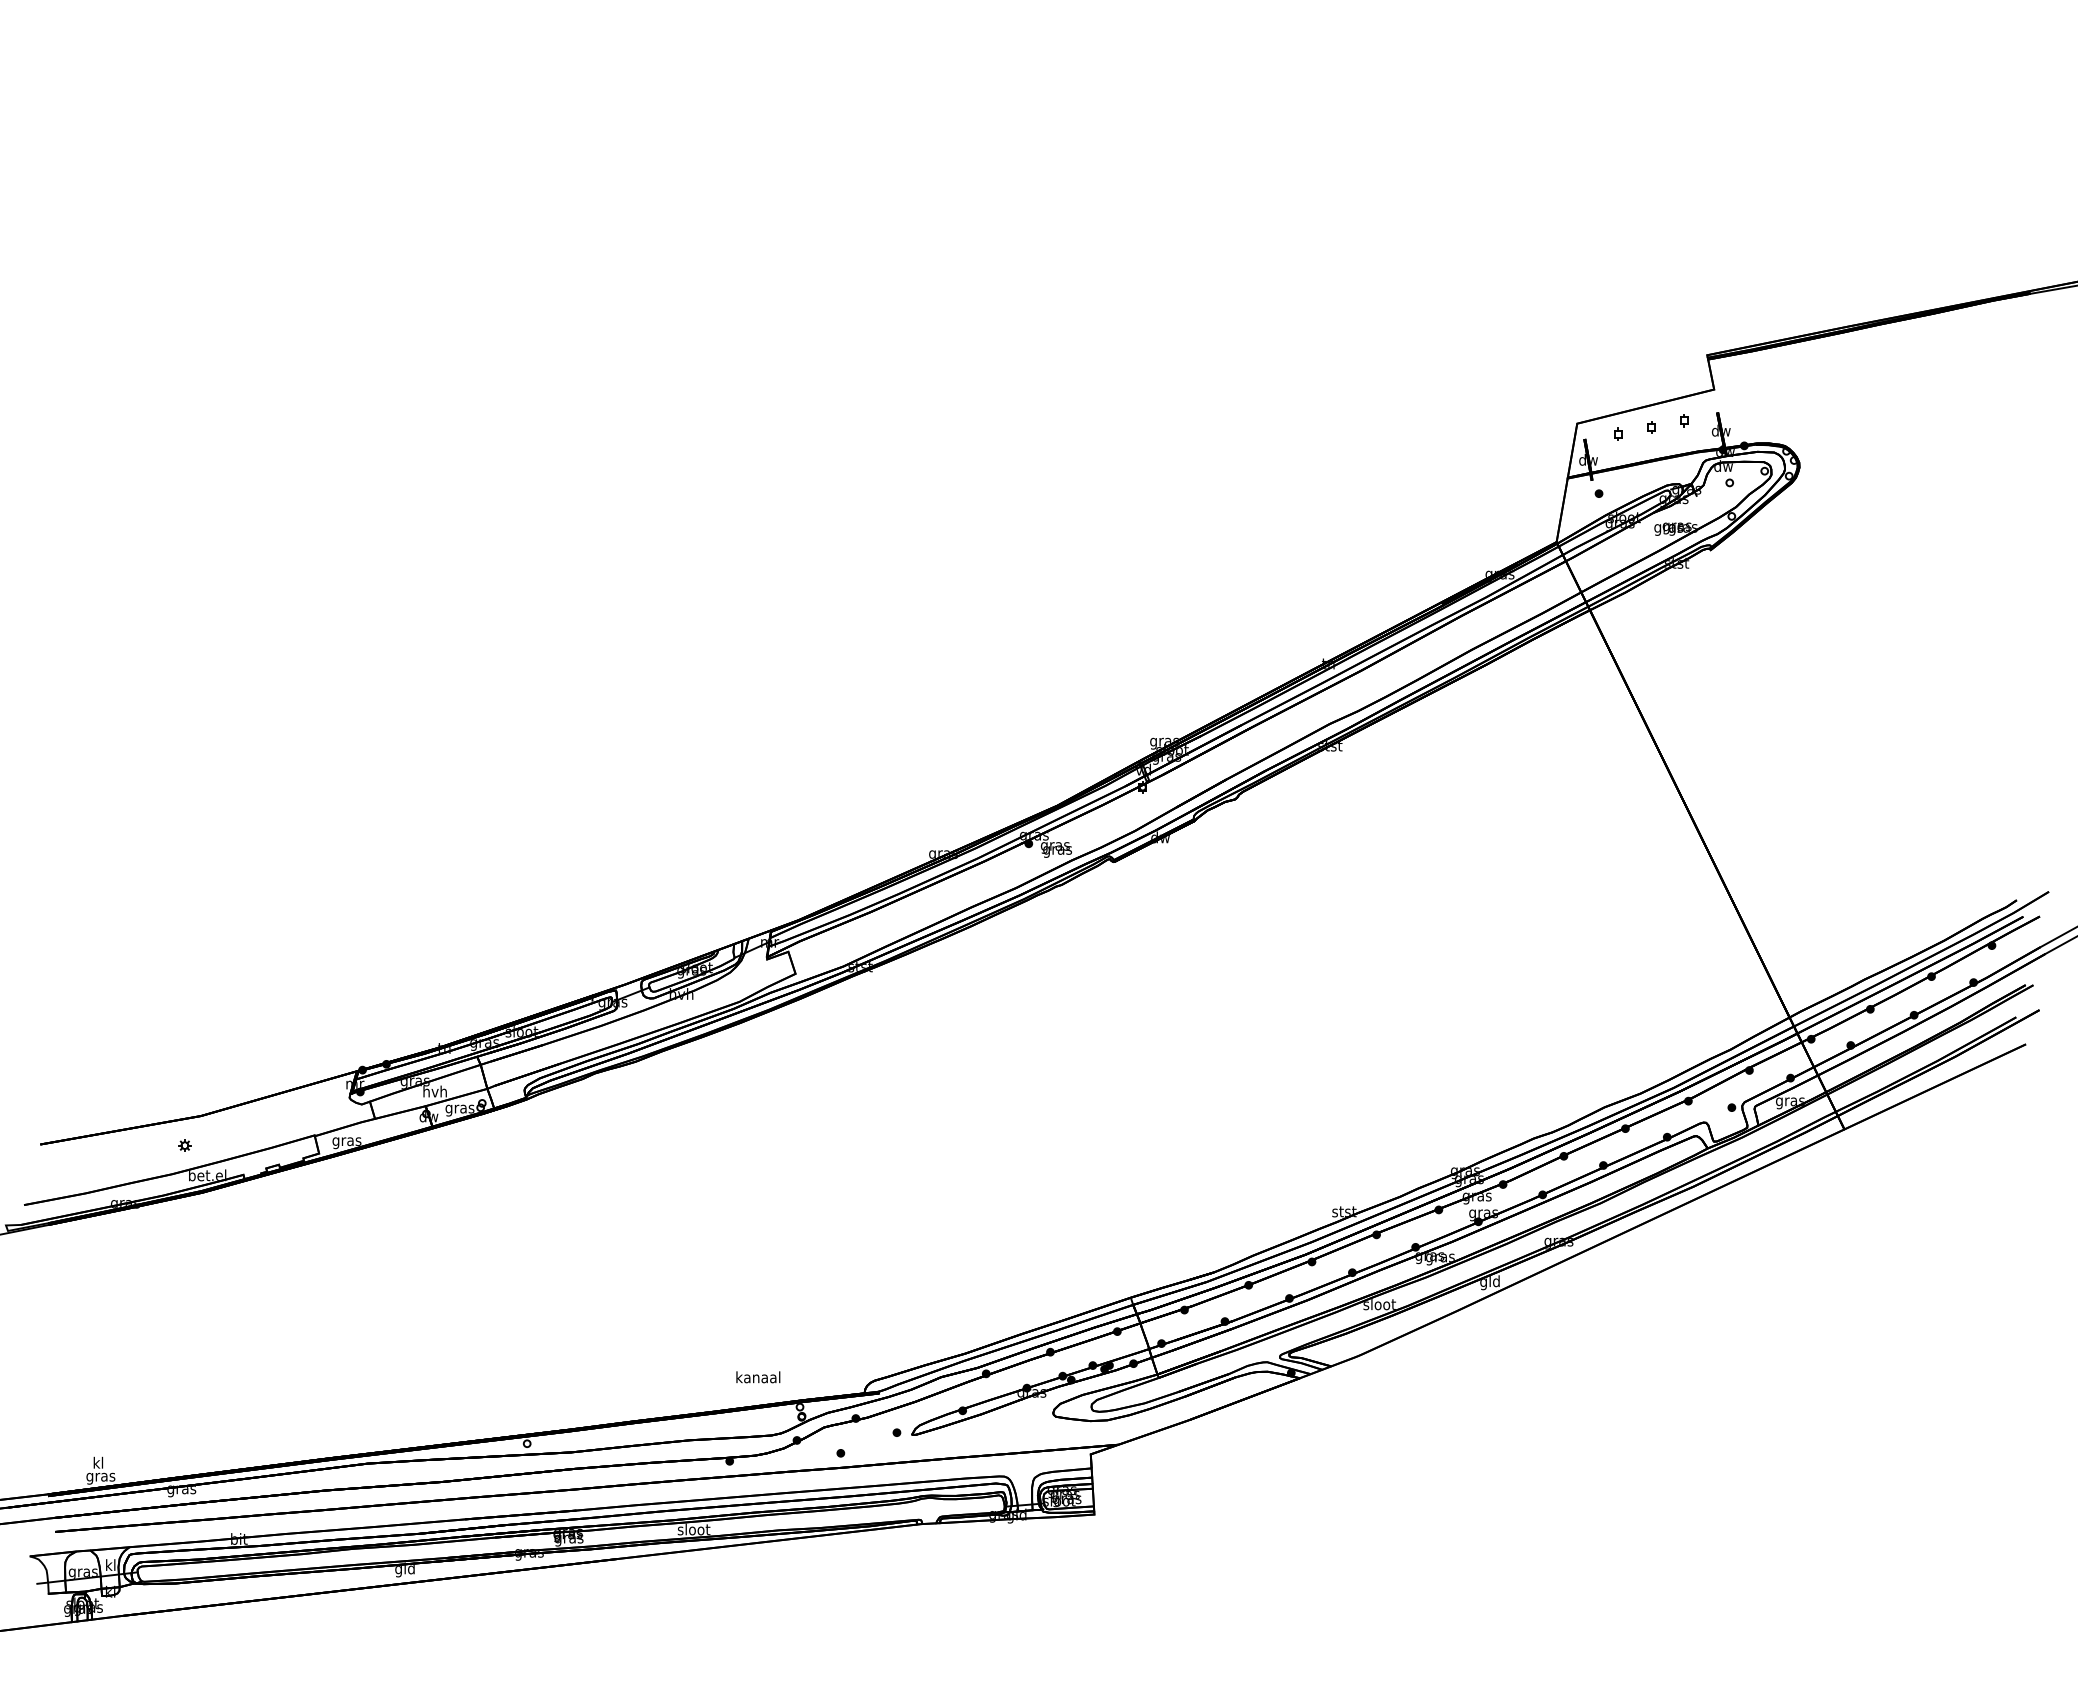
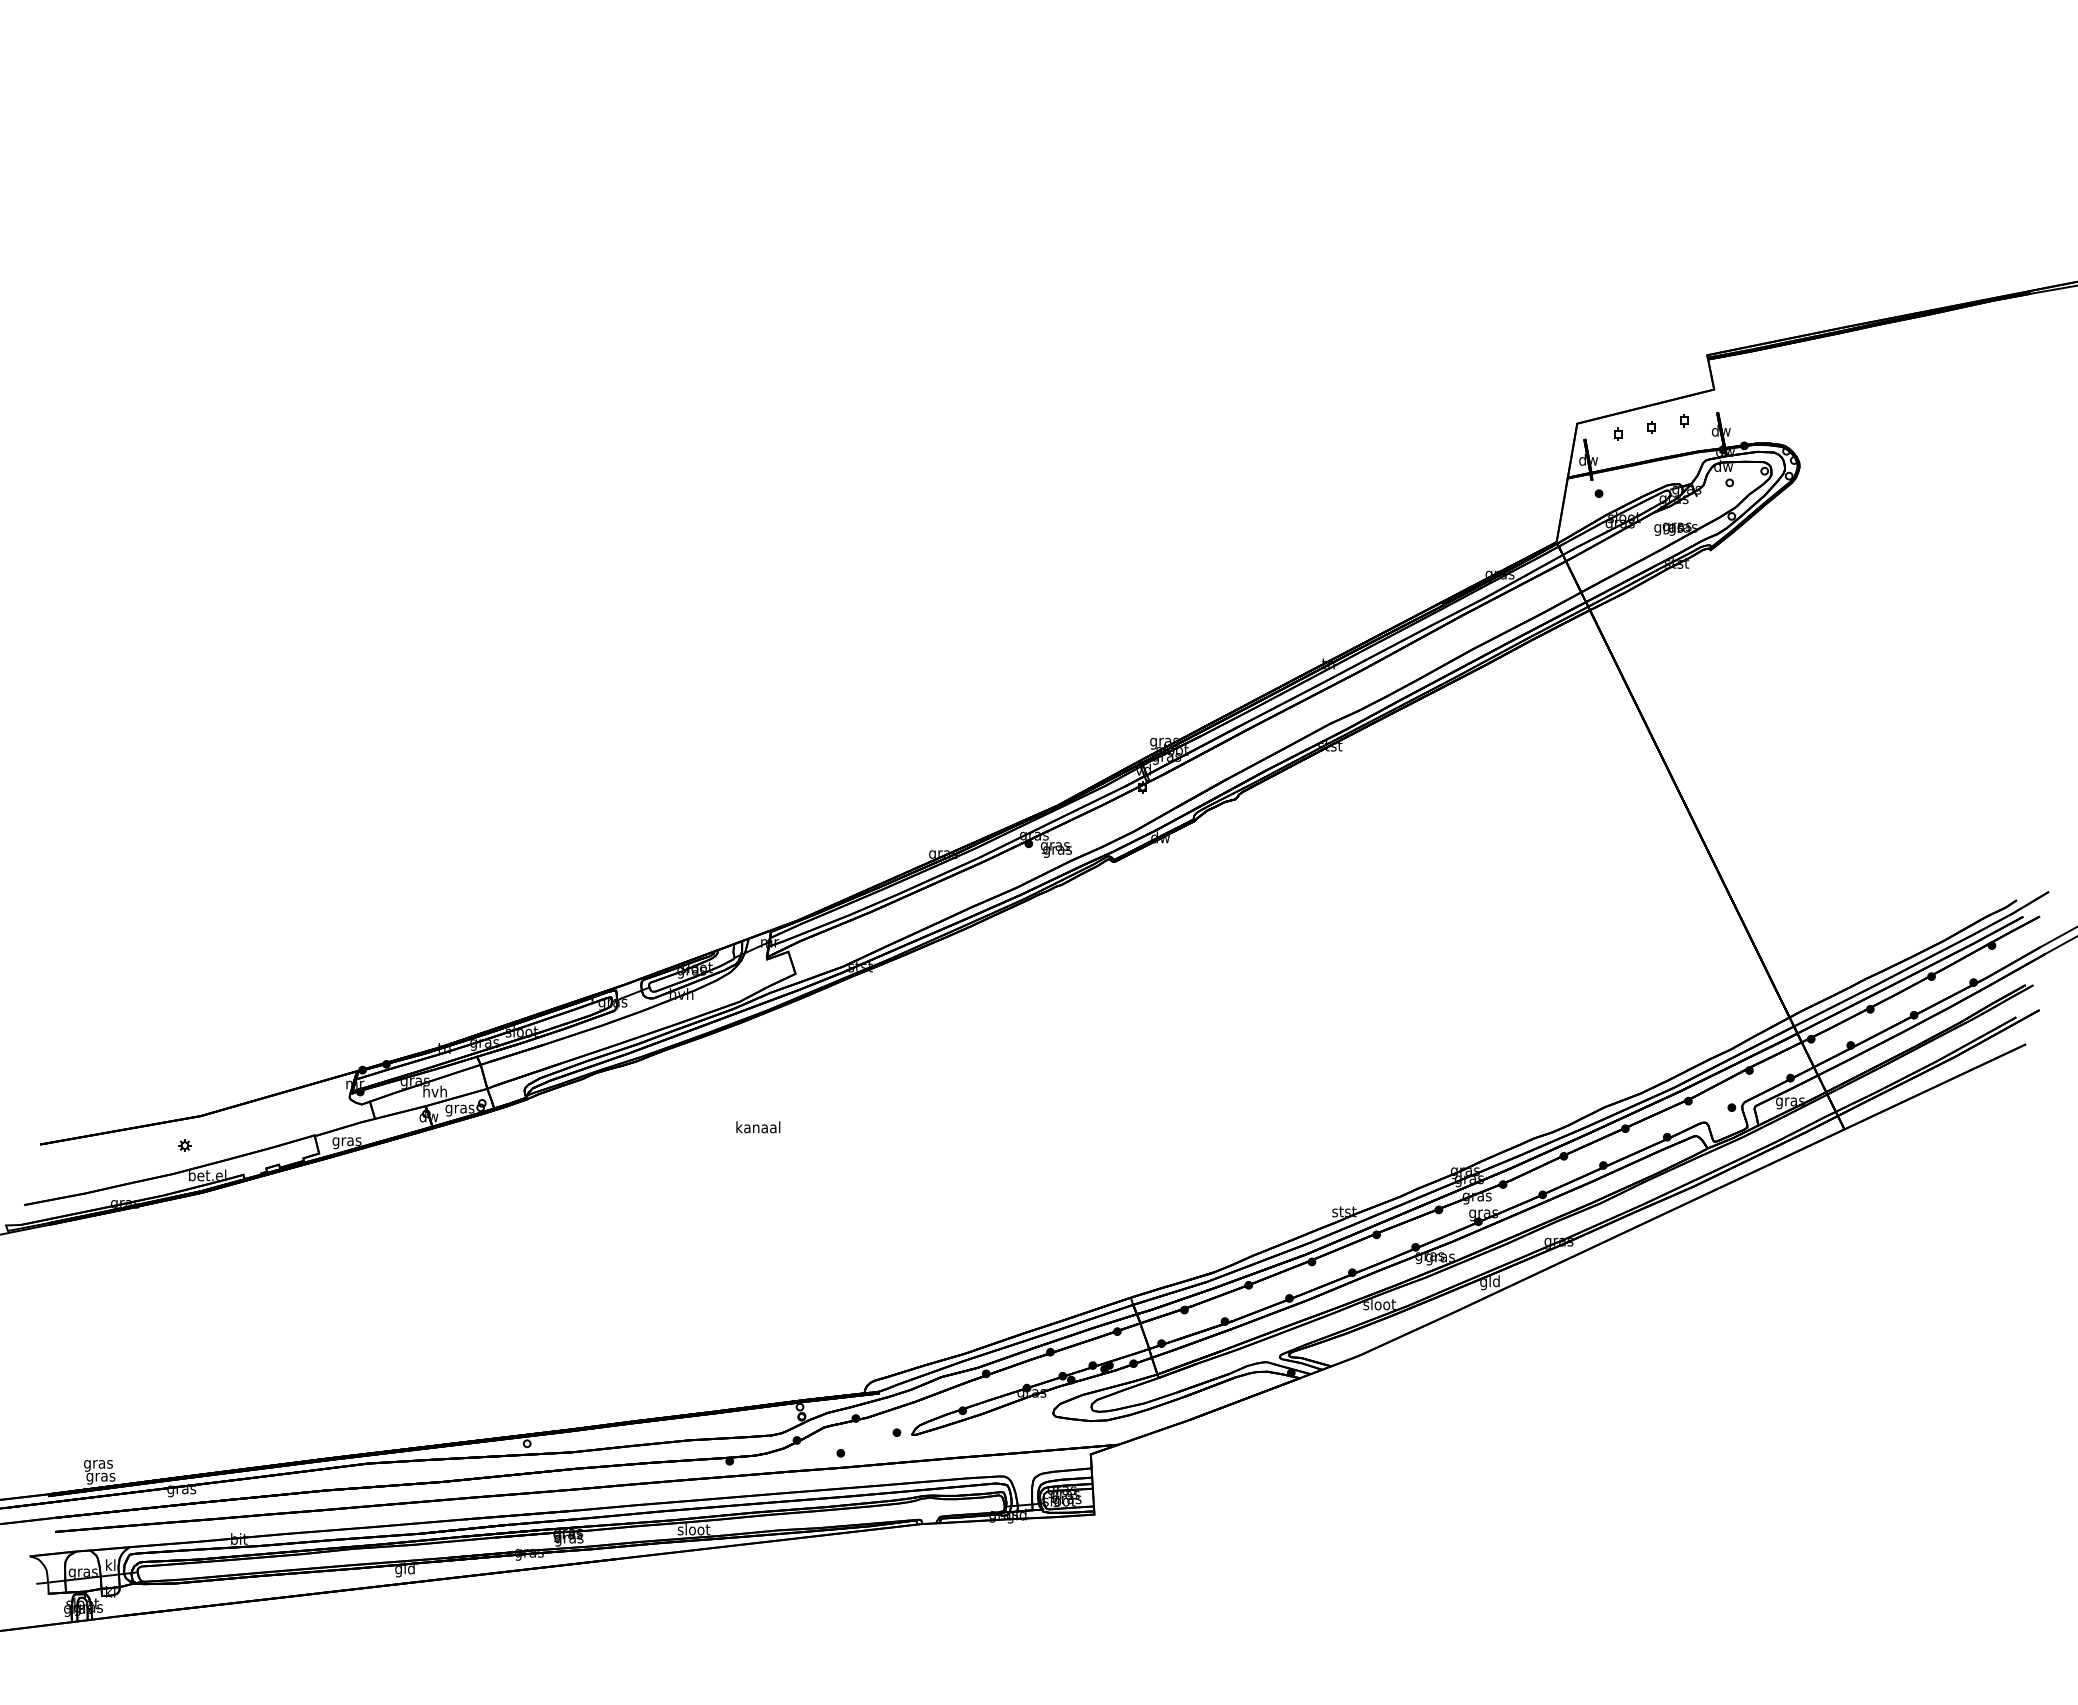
text at (758, 1377) position: (758, 1377) -> (758, 1127)
text at (98, 1463): kl -> gras
